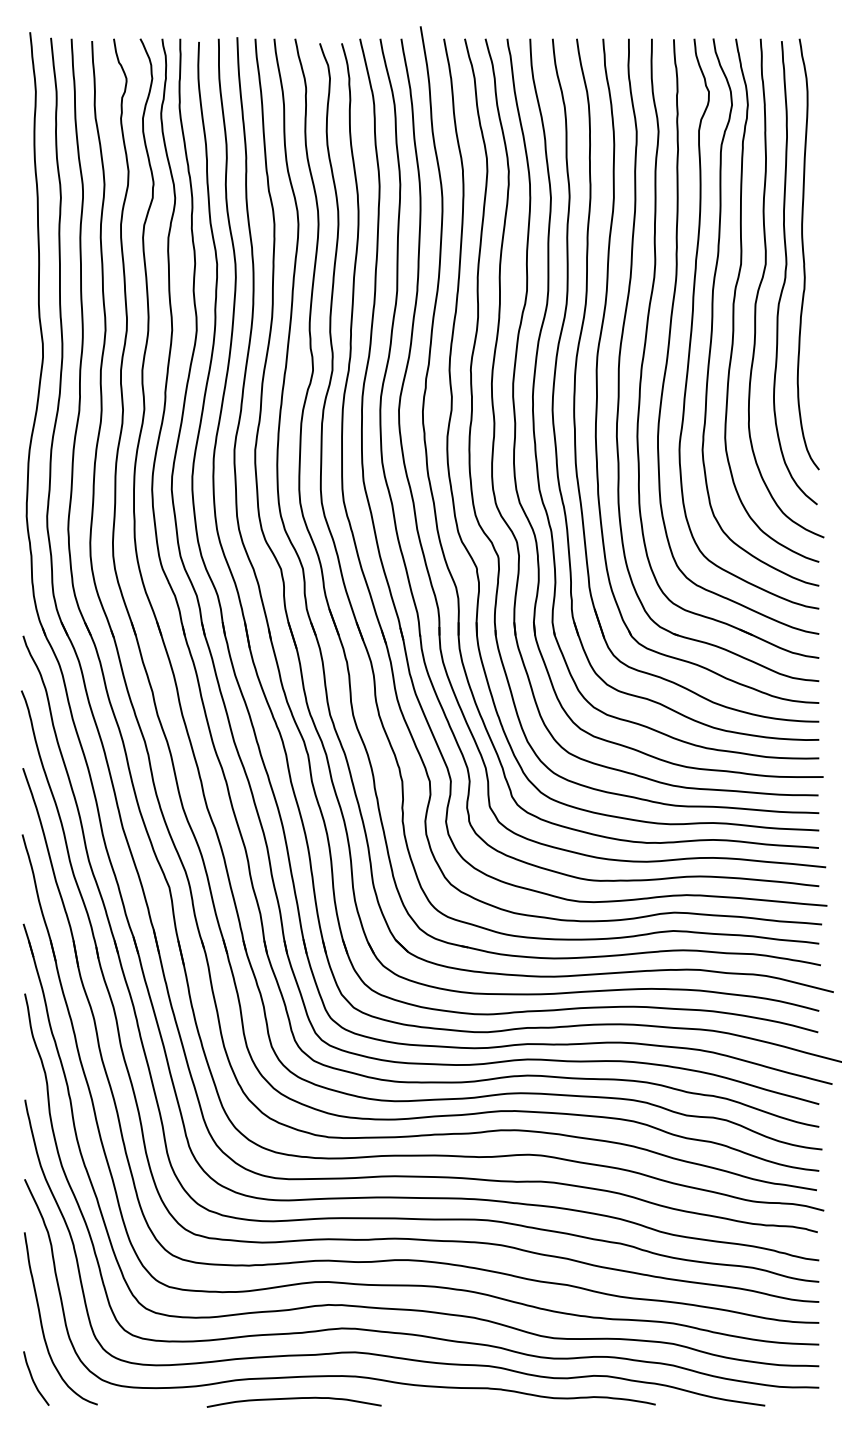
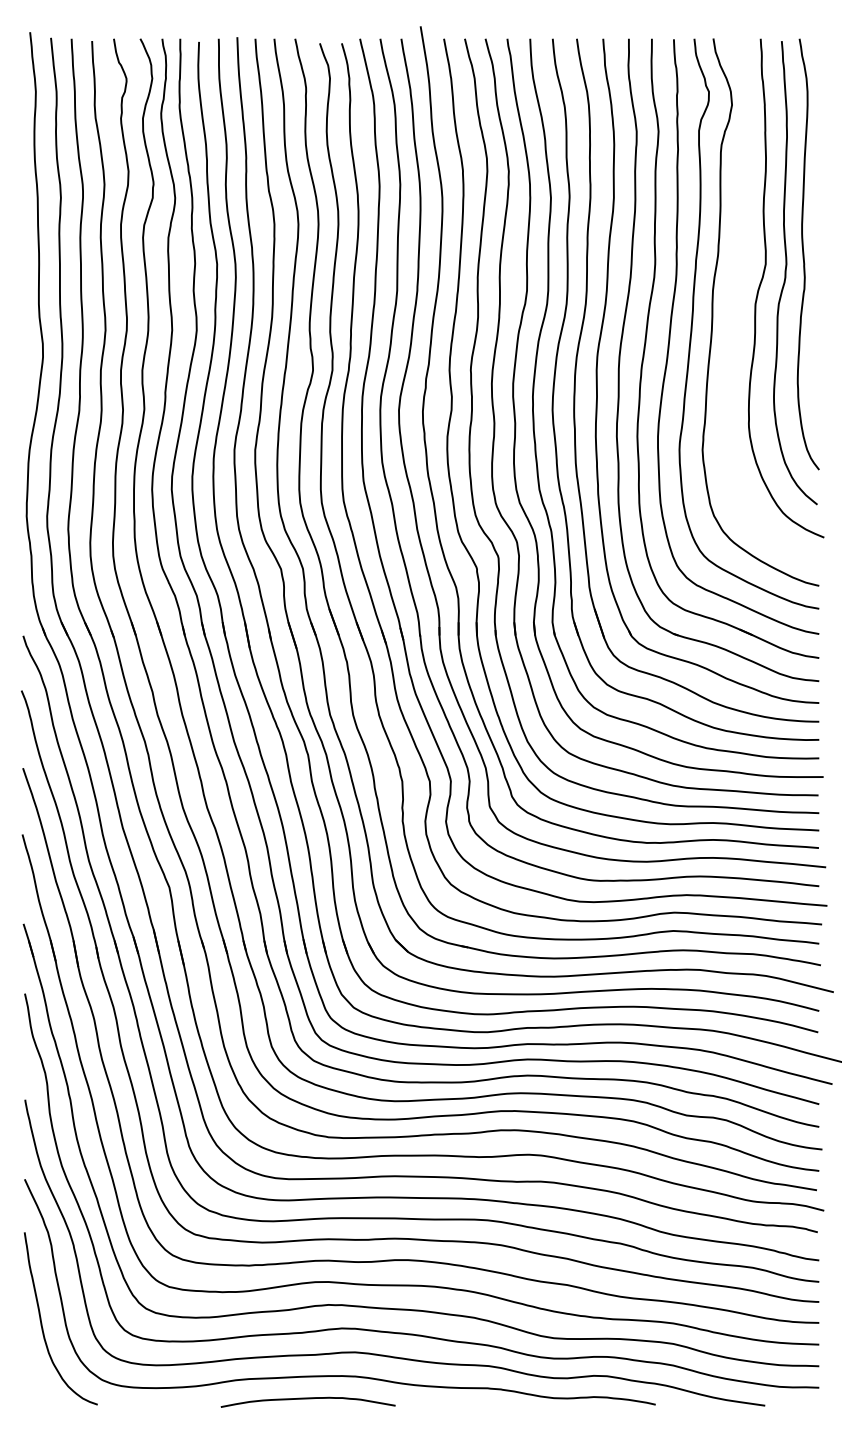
curve at (735, 299): present -> none
curve at (34, 1380): present -> none
curve at (293, 1399) position: (293, 1399) -> (307, 1399)
